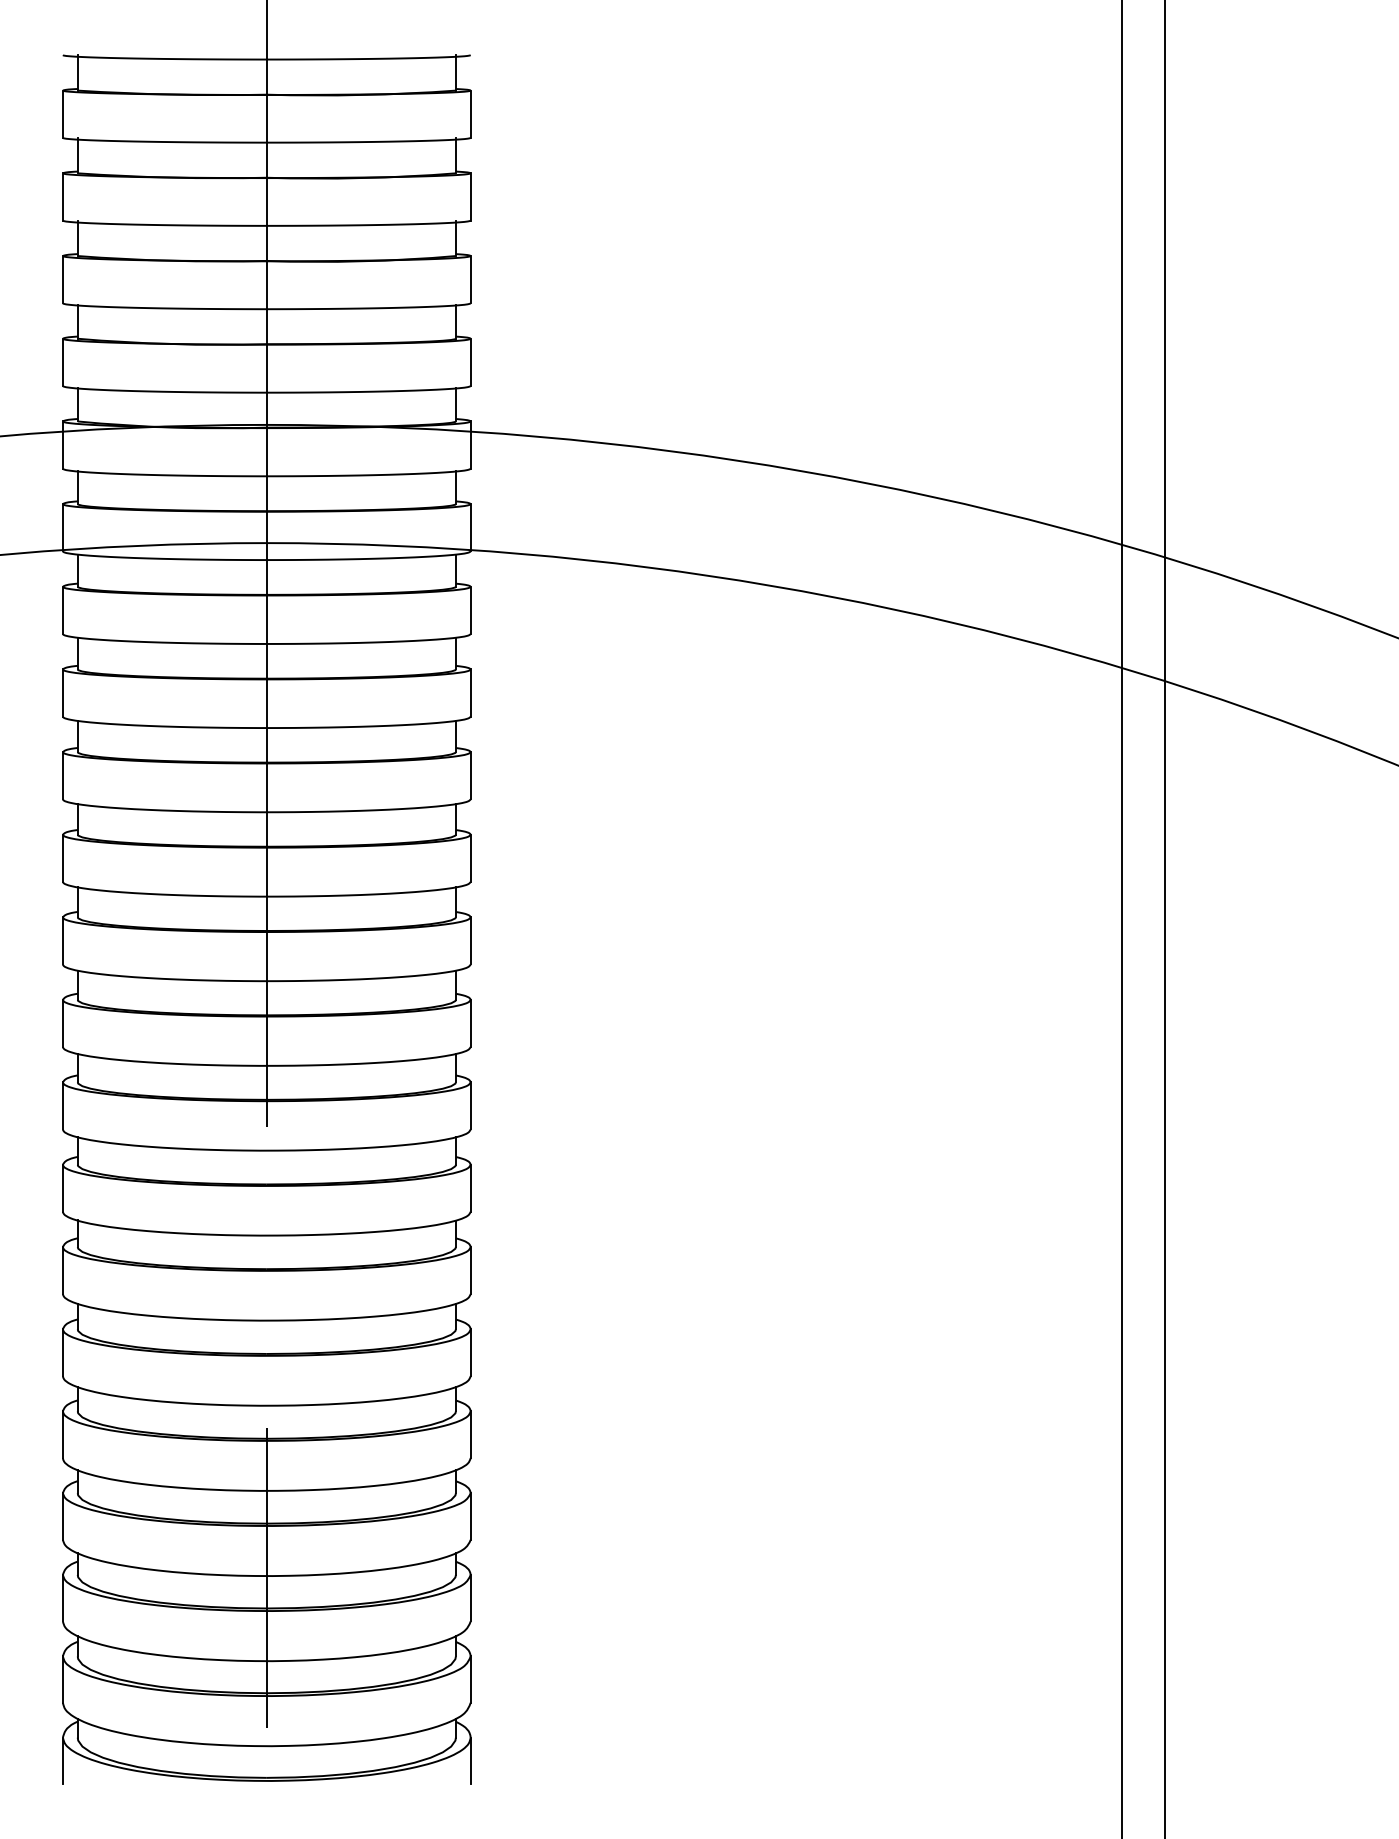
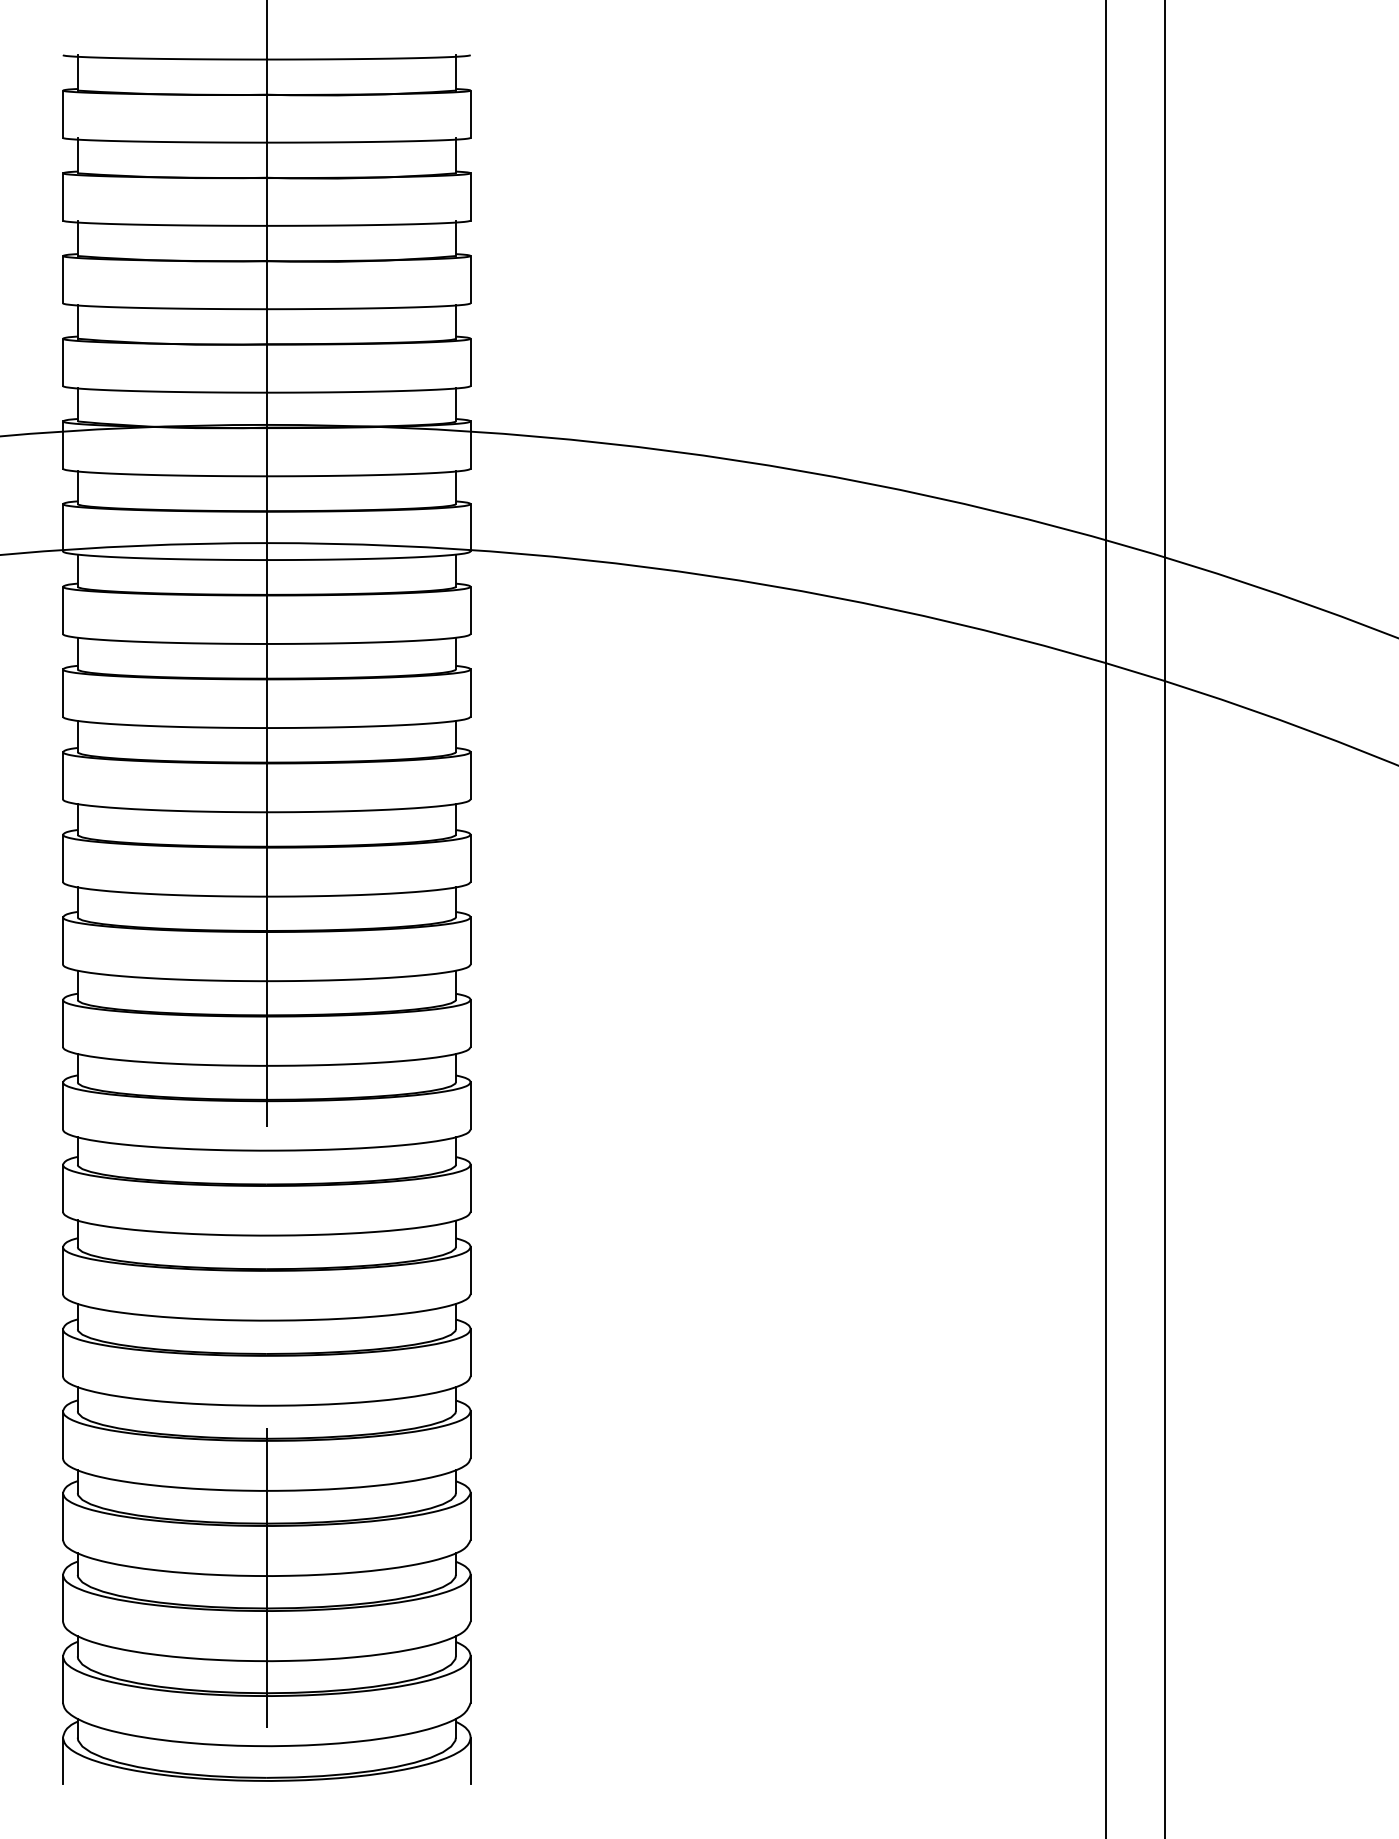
line at (1121, 918) position: (1121, 918) -> (1105, 918)
